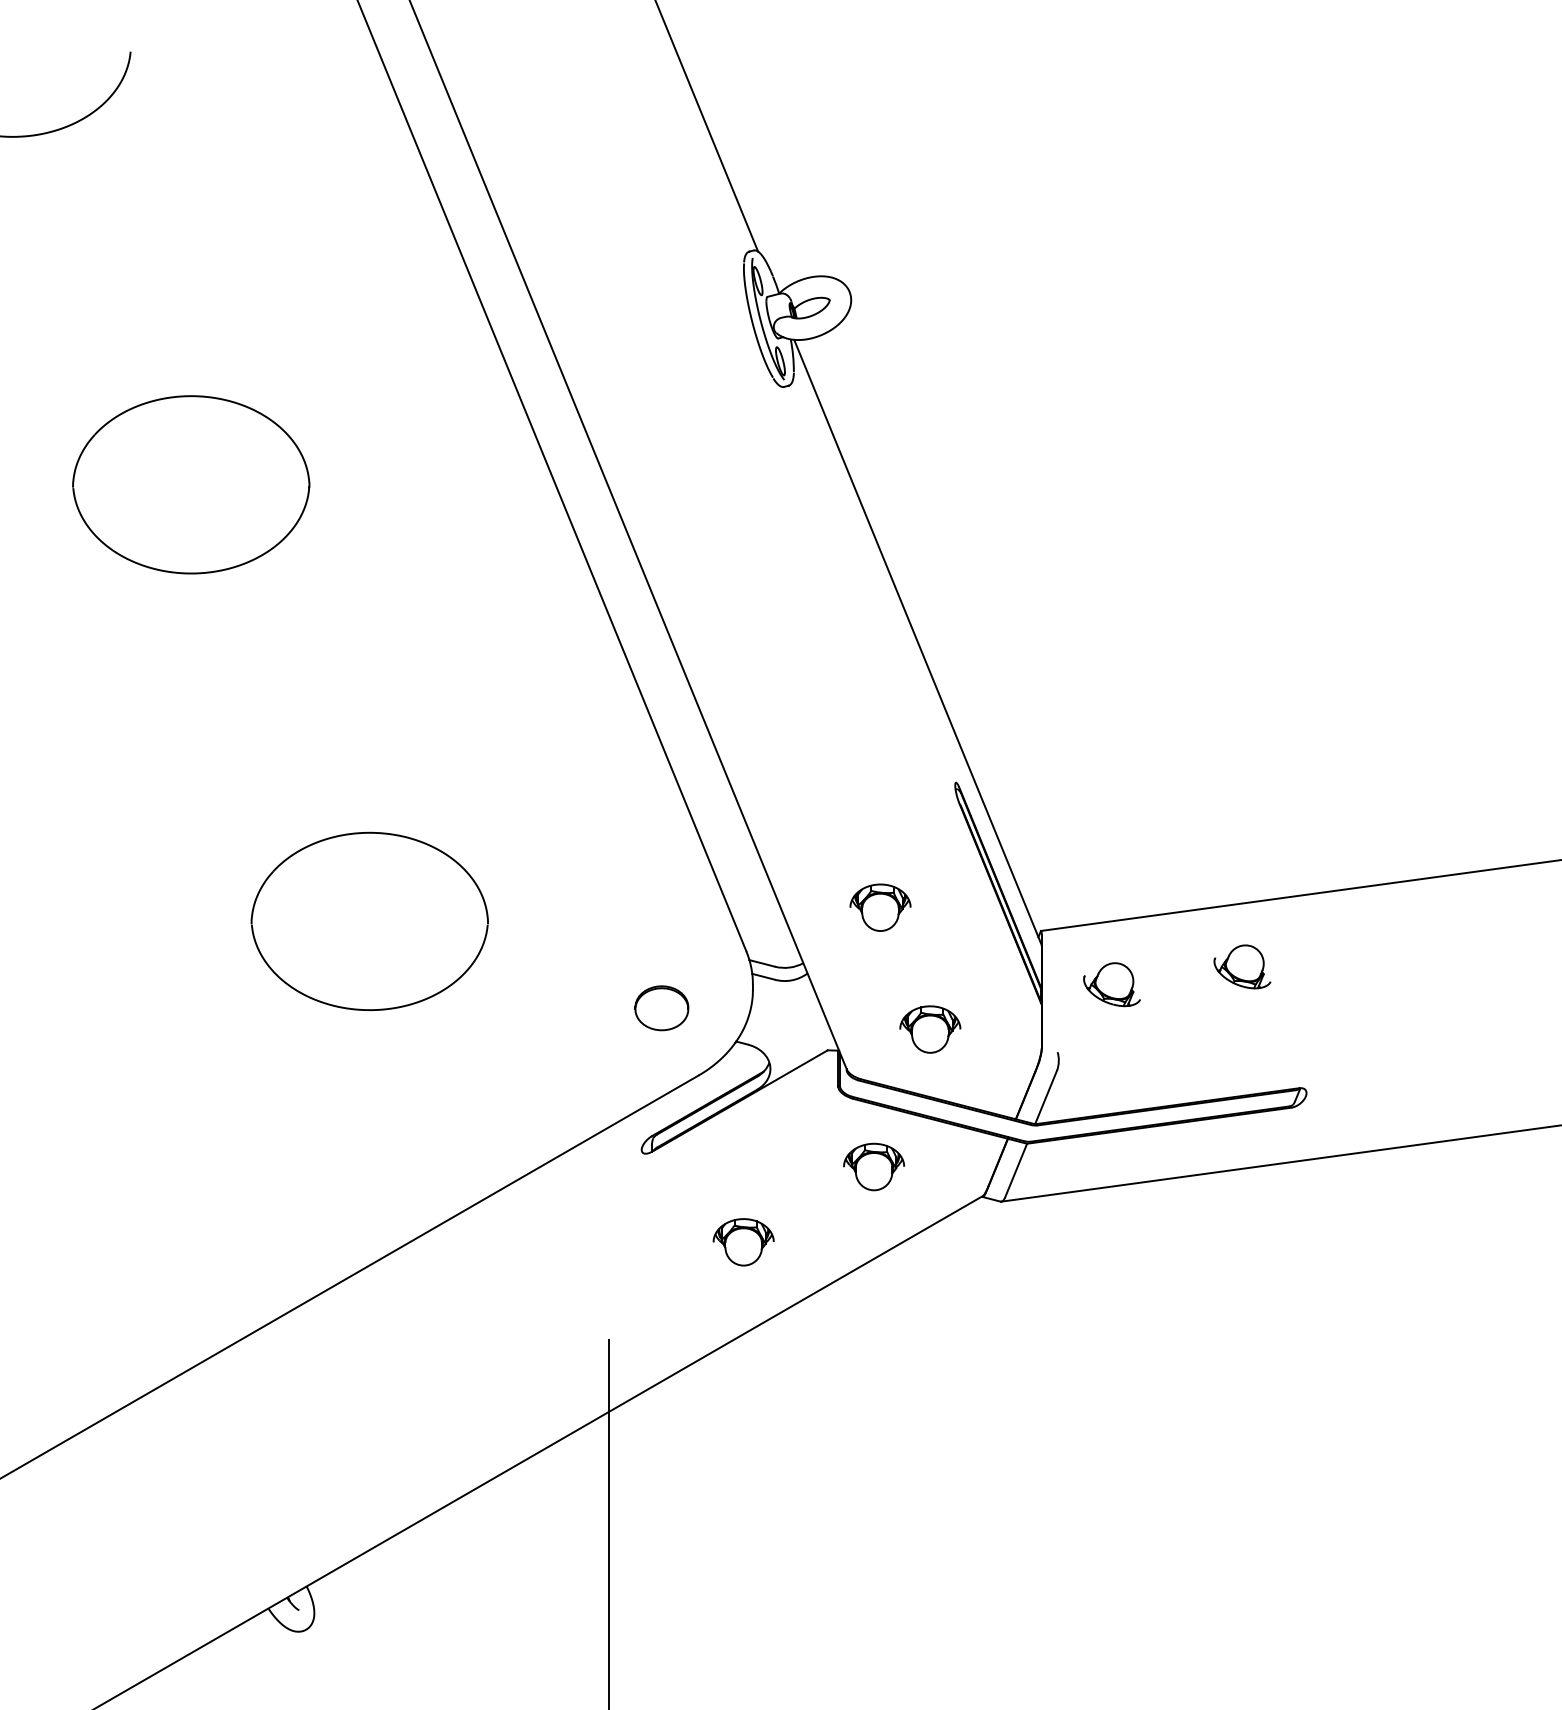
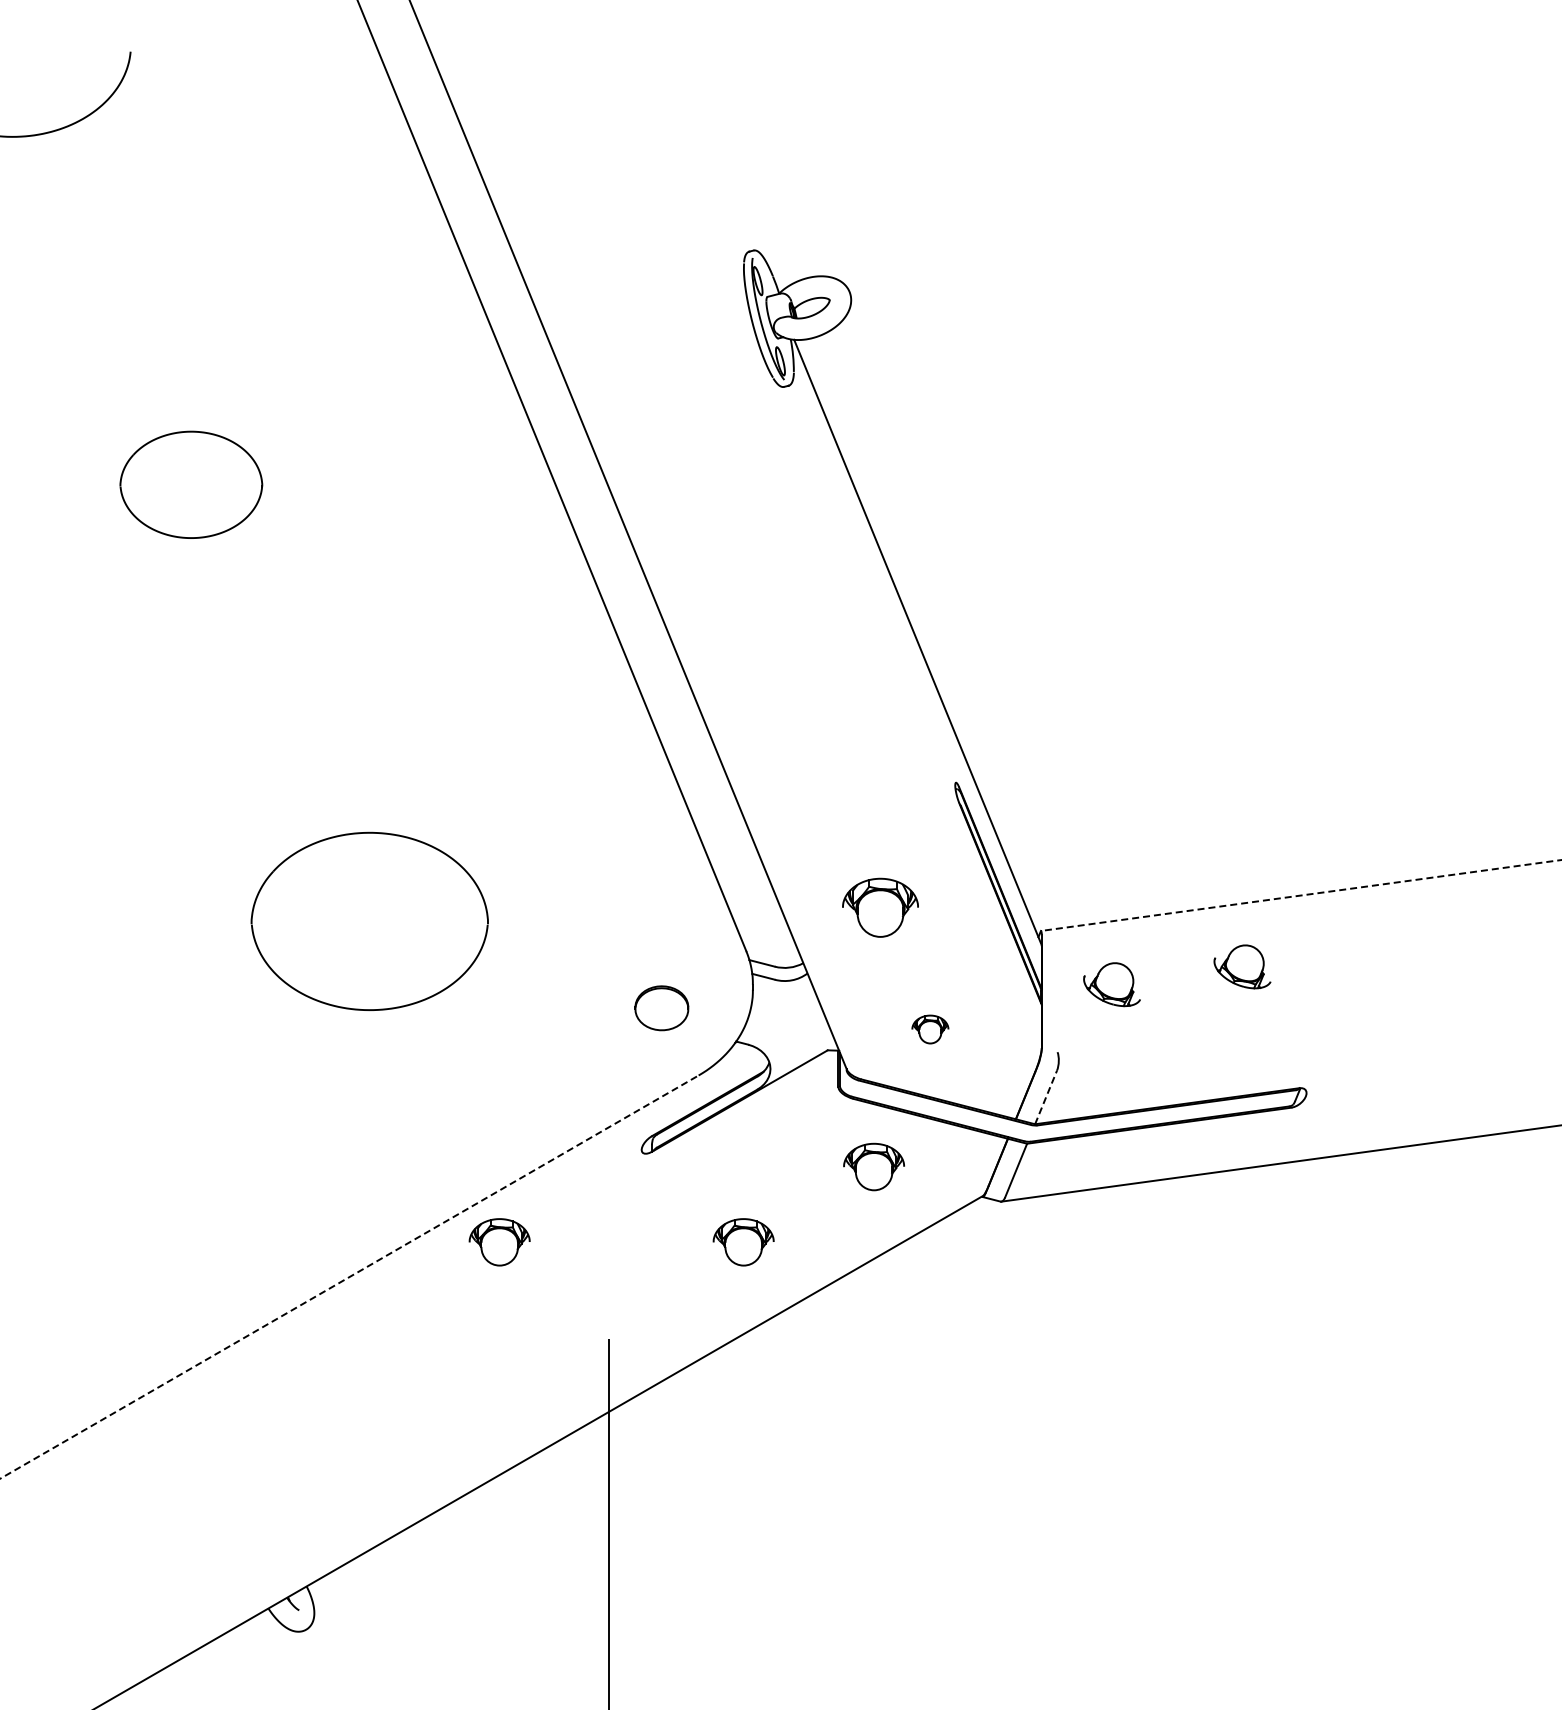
line at (707, 126): present -> none
part at (191, 484) size: 239x180 px -> 145x109 px
line at (1301, 895): solid -> dashed
part at (880, 907) size: 63x49 px -> 77x61 px
part at (930, 1029) size: 63x49 px -> 39x31 px
line at (1046, 1097): solid -> dashed
part at (499, 1242): none -> present
line at (349, 1277): solid -> dashed
